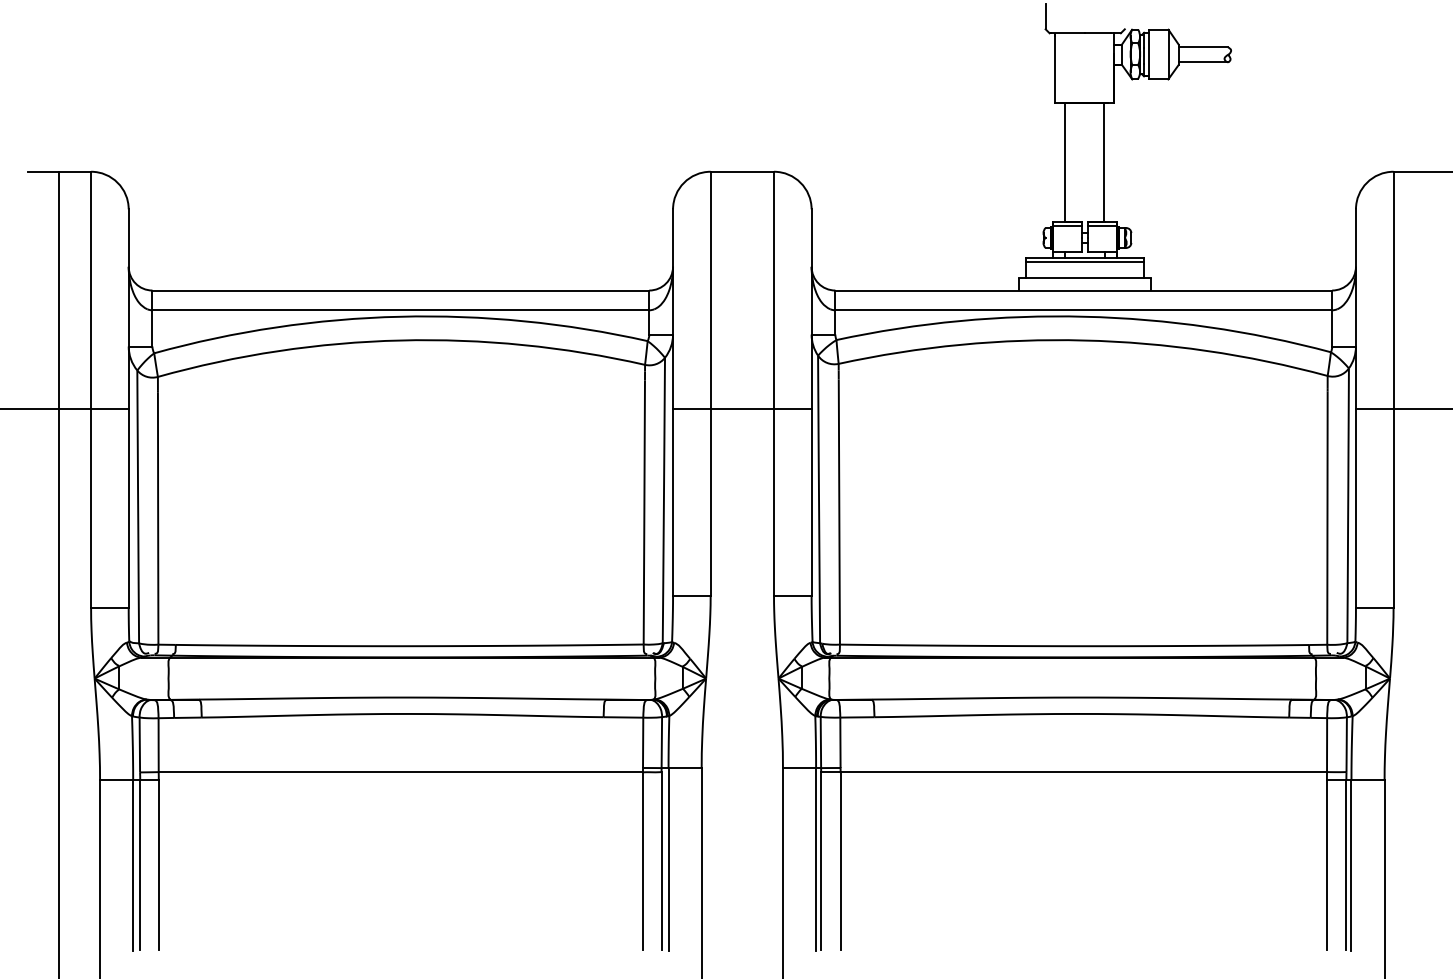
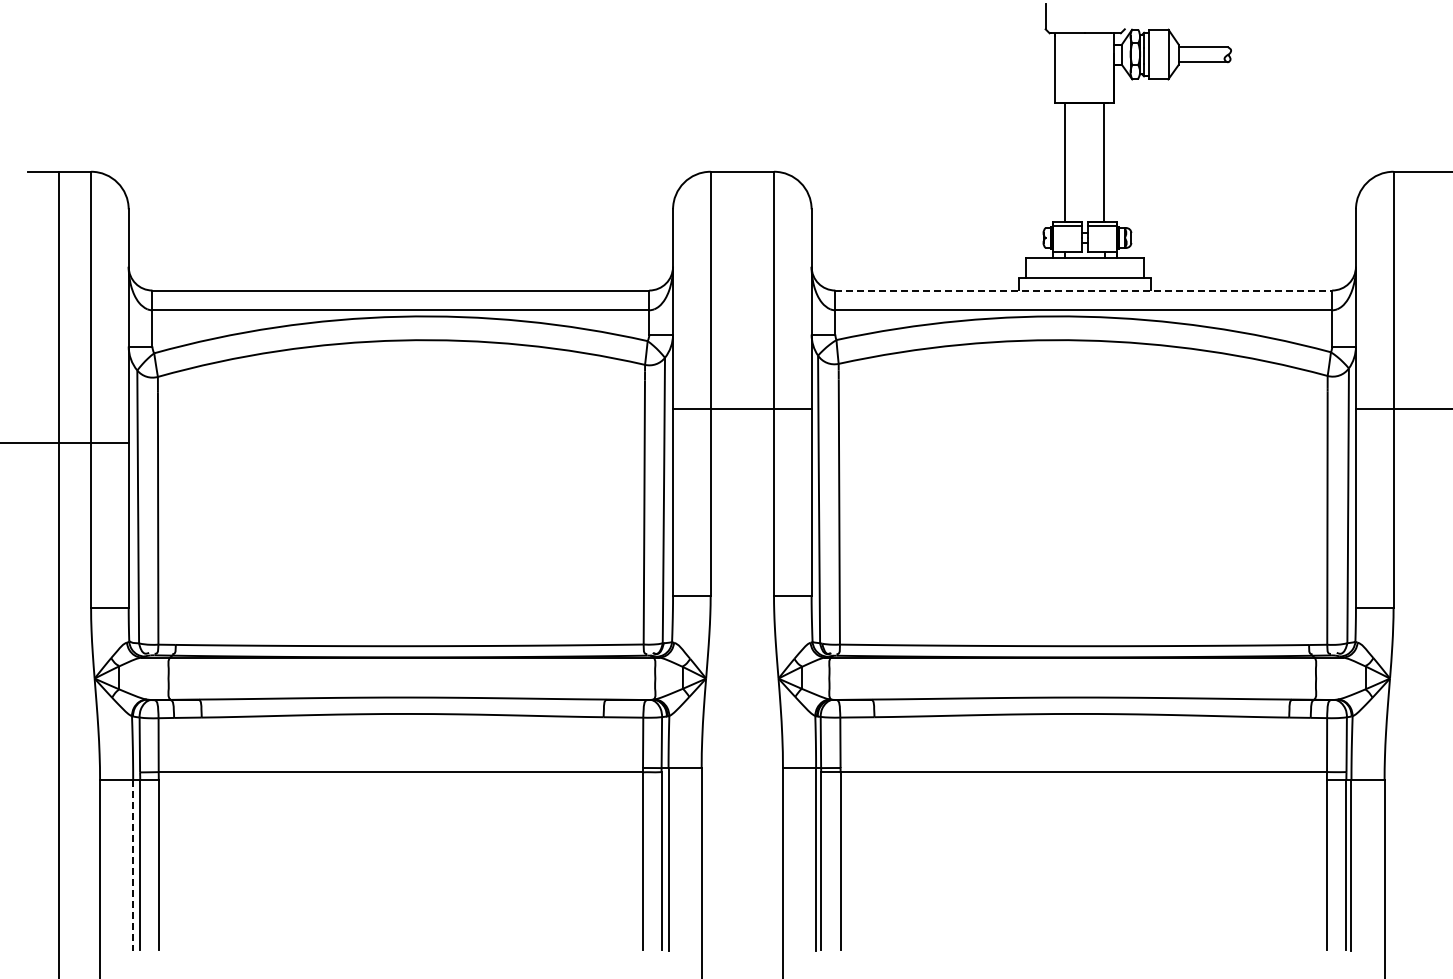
line at (1085, 262): present -> none
line at (1084, 290): solid -> dashed
line at (65, 409) position: (65, 409) -> (65, 443)
line at (133, 866): solid -> dashed
